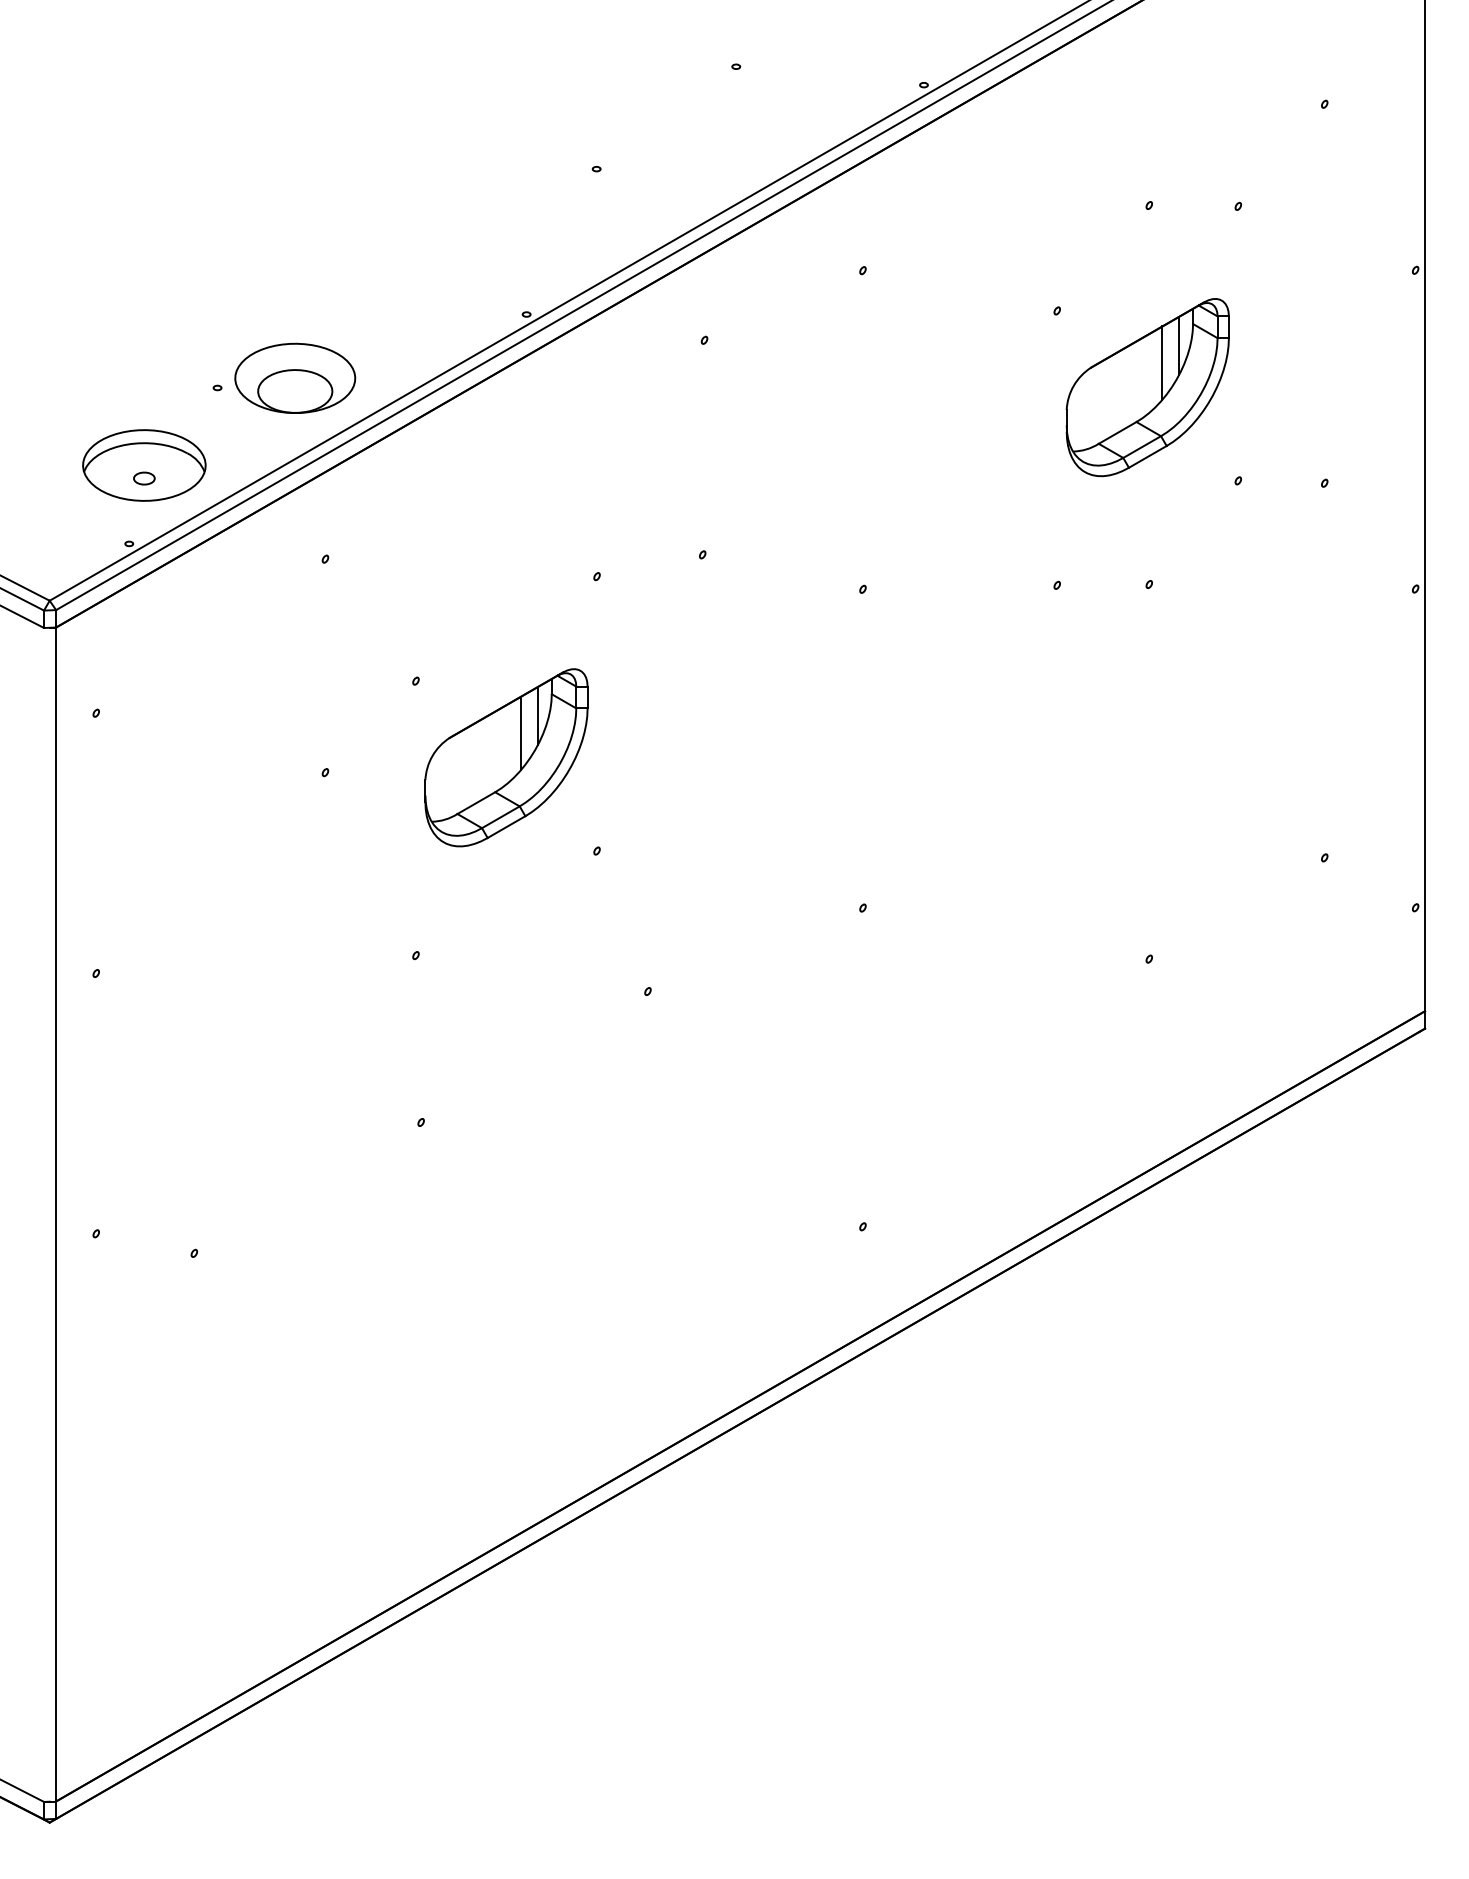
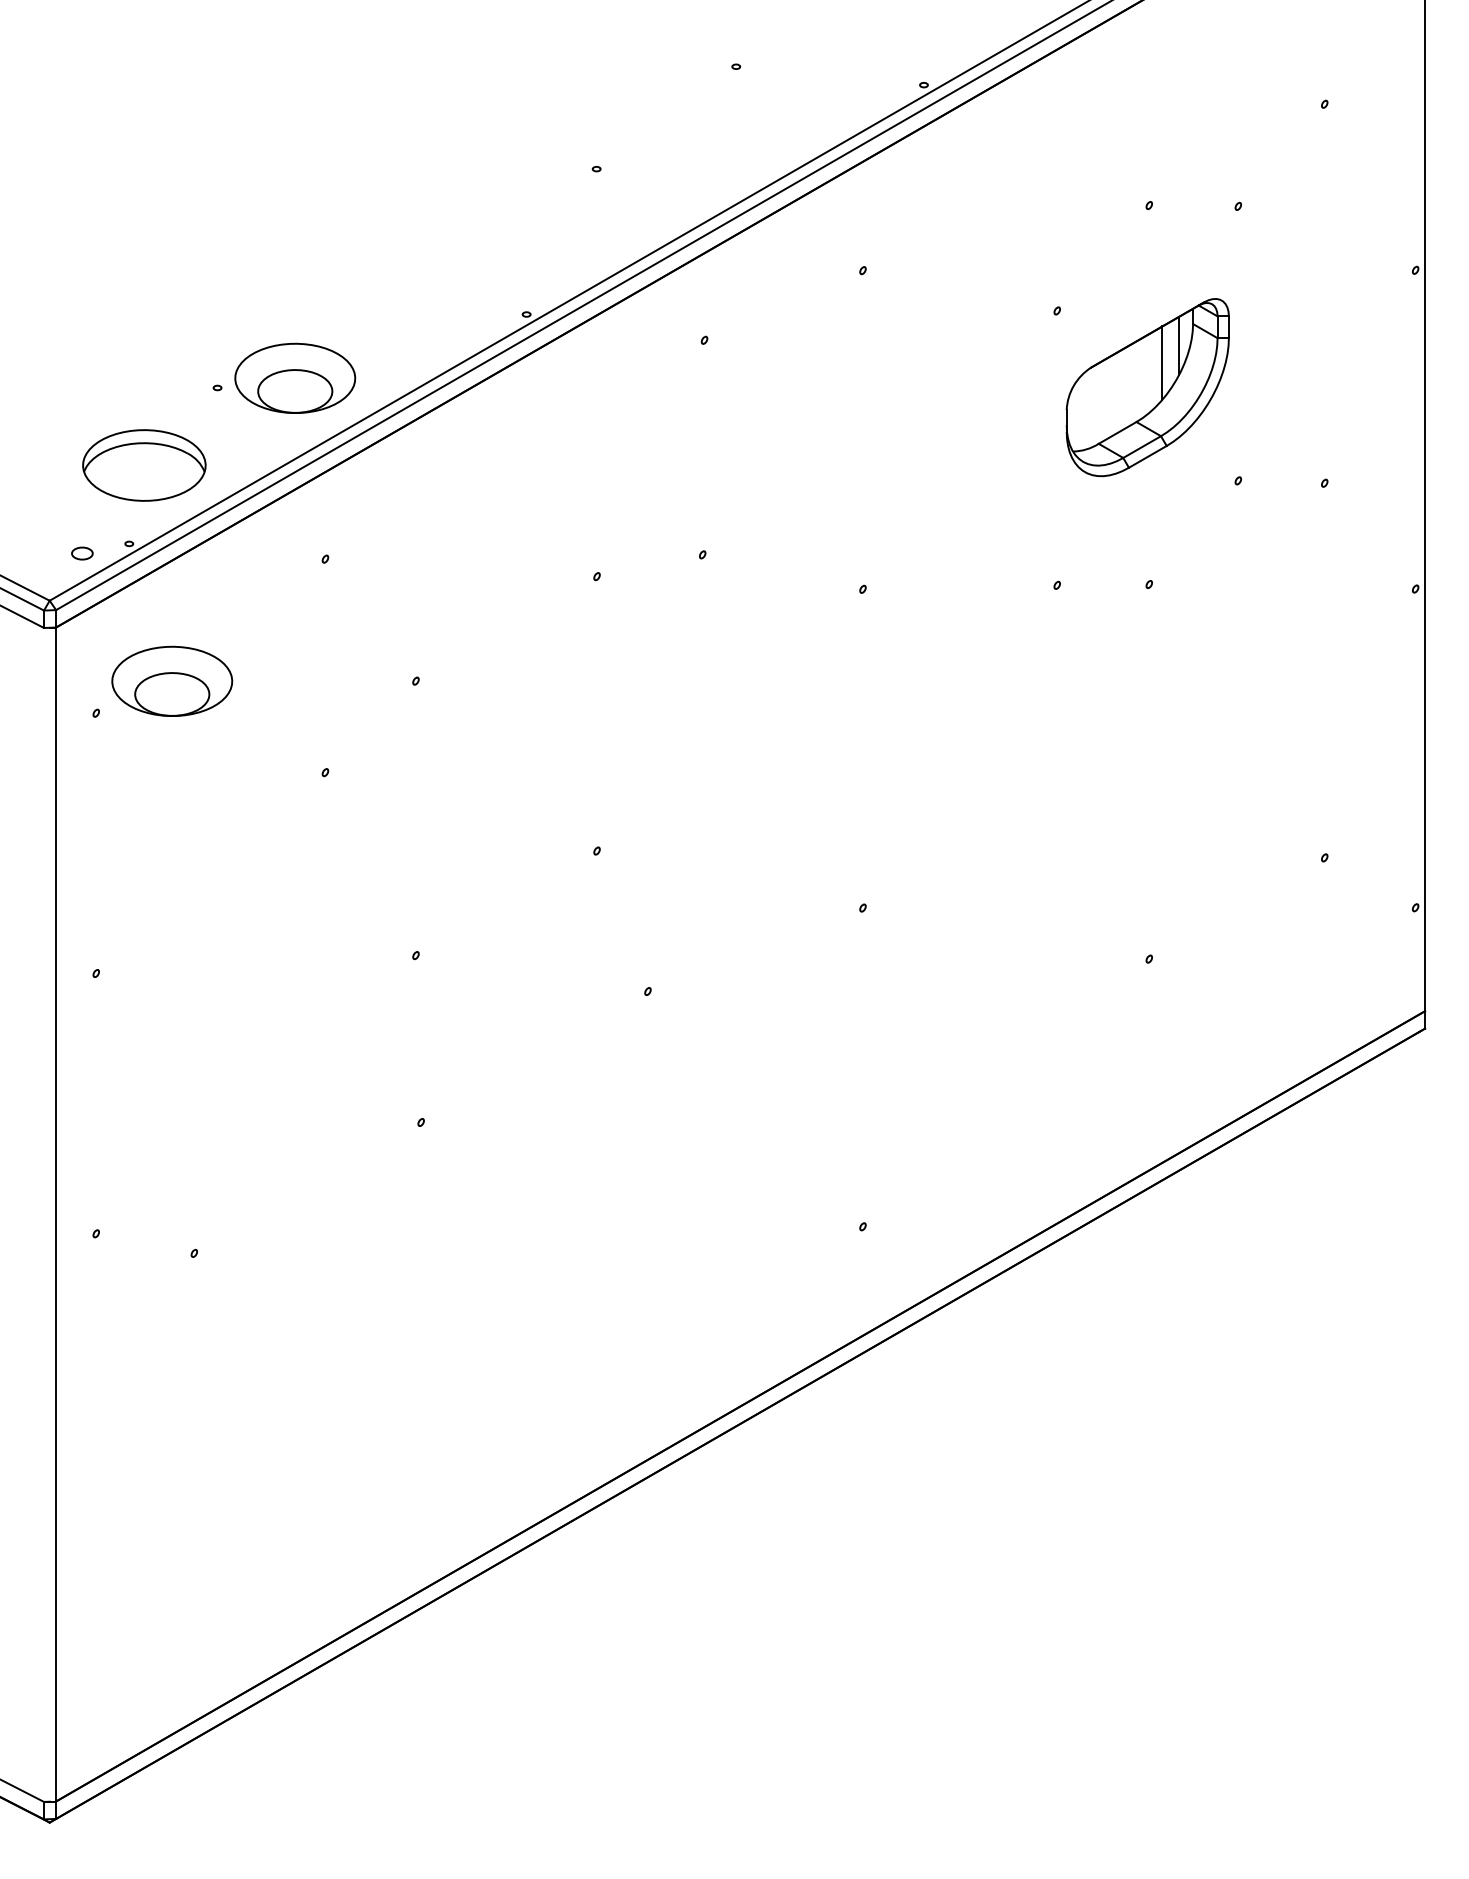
part at (144, 478) position: (144, 478) -> (82, 553)
part at (172, 680): none -> present
part at (506, 757): present -> none
